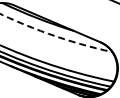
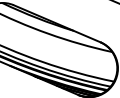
arc at (54, 35): dashed -> solid
